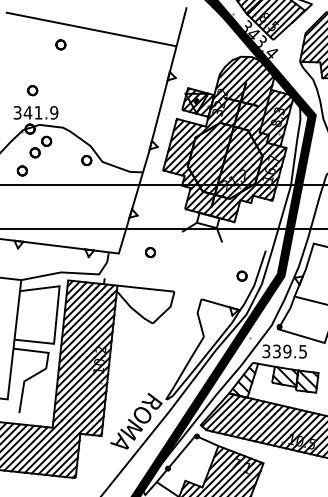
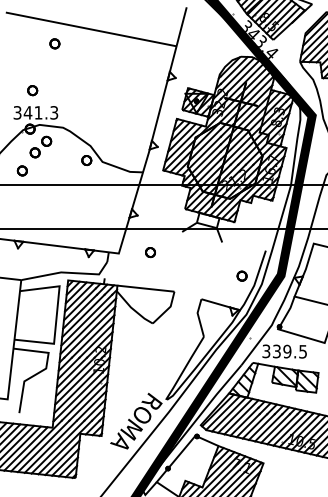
part at (60, 44) position: (60, 44) -> (54, 43)
text at (54, 112): 341.9 -> 341.3
